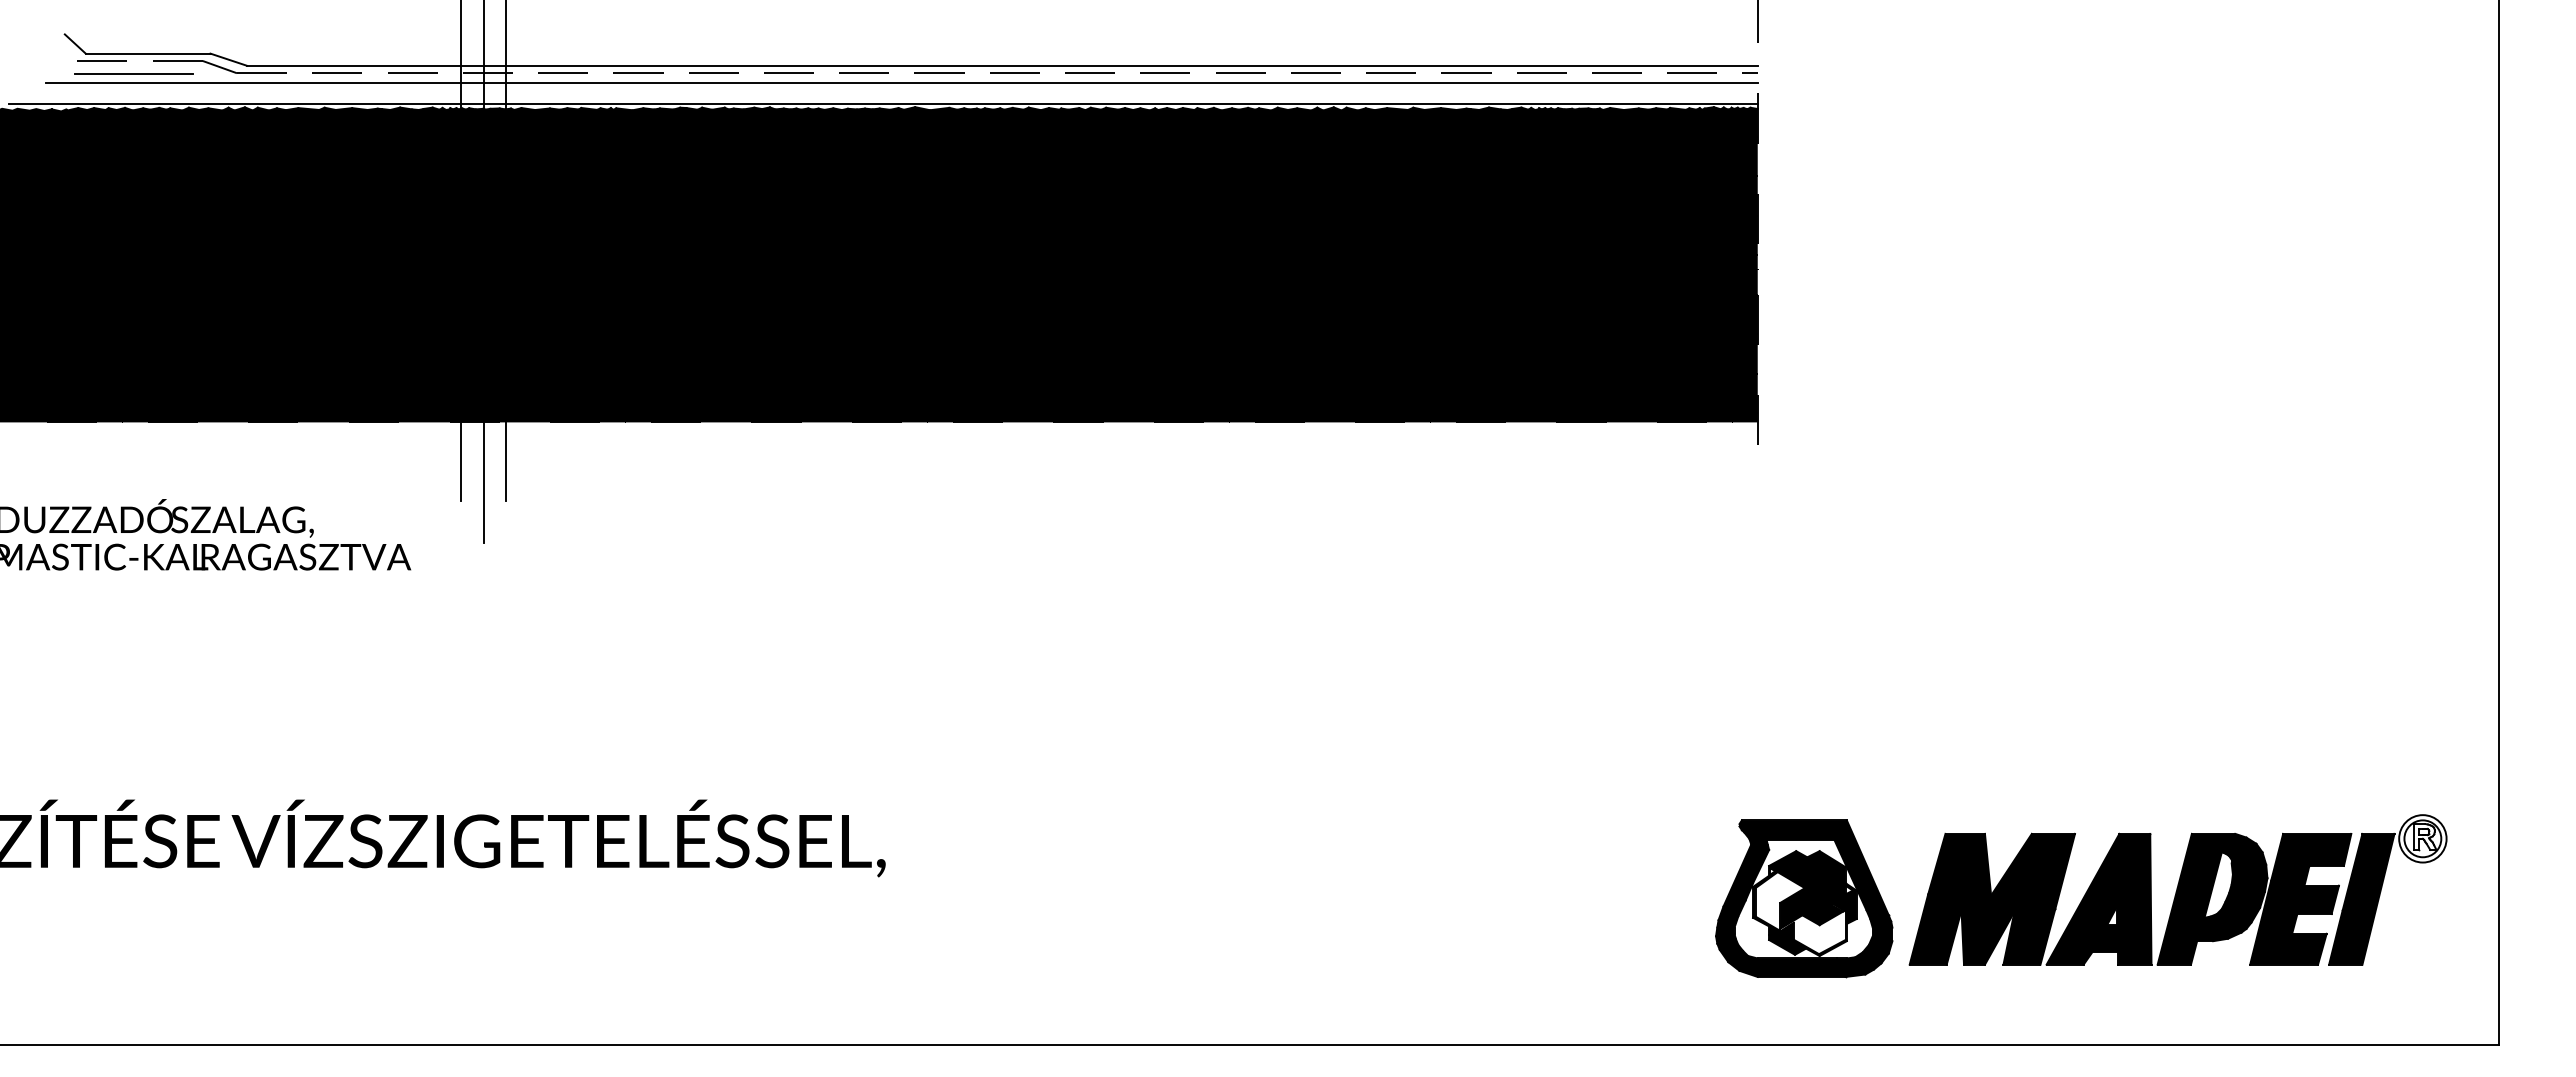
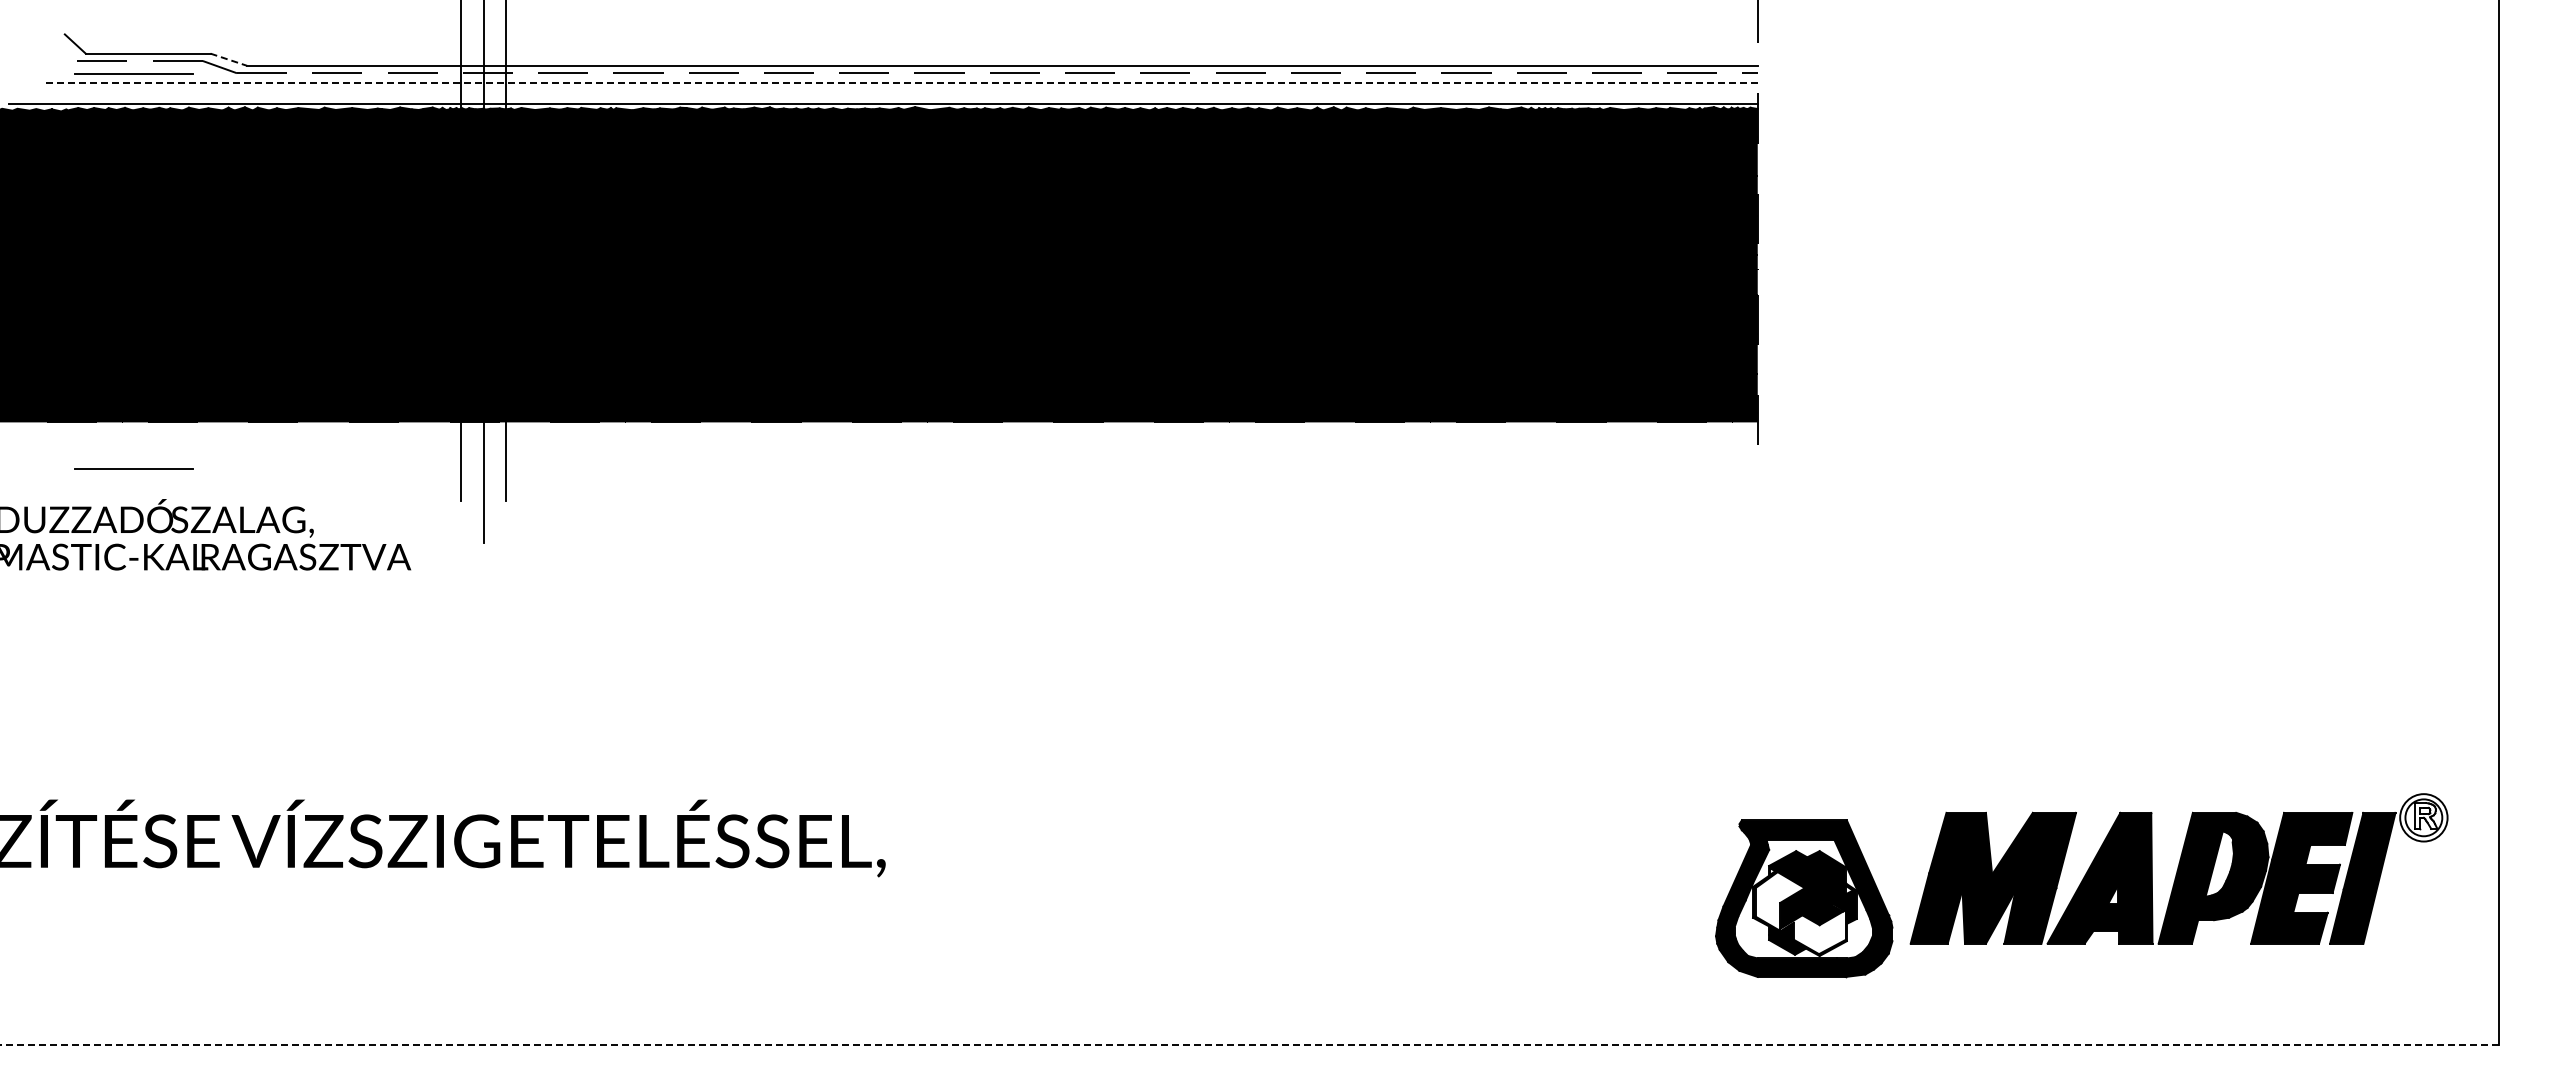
line at (229, 59): solid -> dashed
line at (901, 82): solid -> dashed
line at (133, 468): none -> present
part at (2177, 889) position: (2177, 889) -> (2178, 868)
line at (1249, 1044): solid -> dashed
